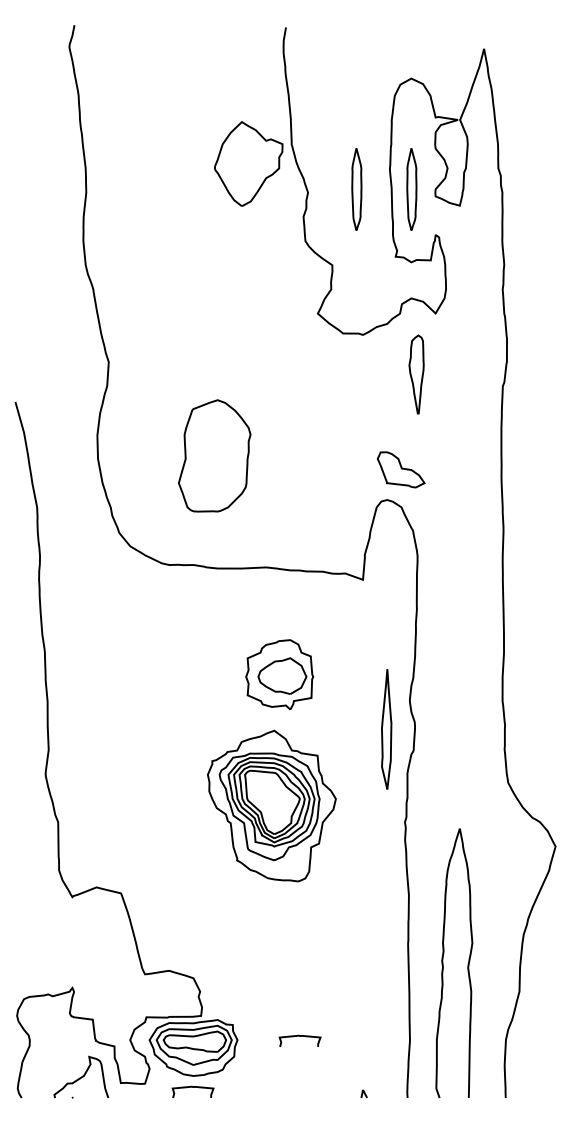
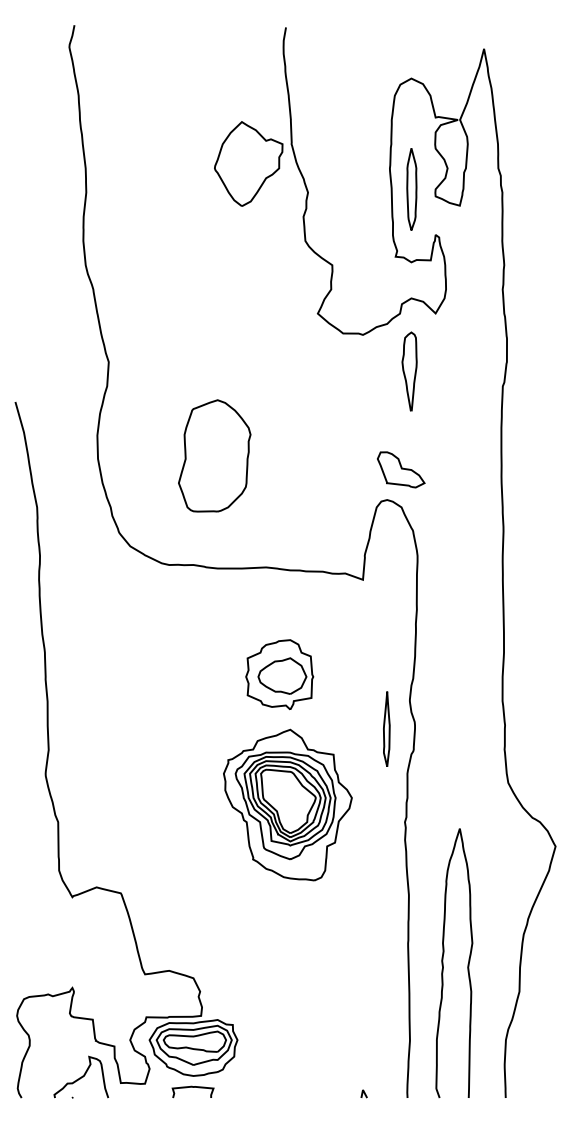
part at (356, 189): present -> none
part at (416, 374) position: (416, 374) -> (409, 371)
part at (386, 729) size: 12x121 px -> 8x76 px
part at (271, 805) position: (271, 805) -> (287, 804)
curve at (299, 1036): present -> none
